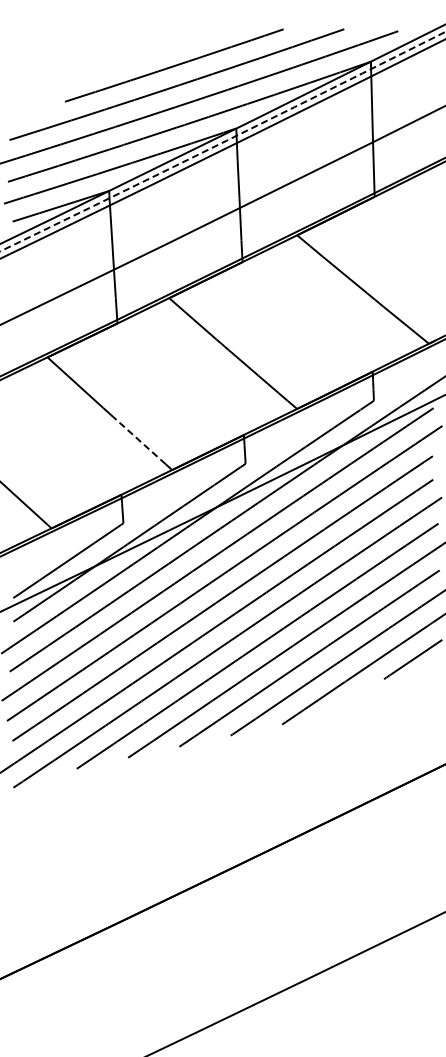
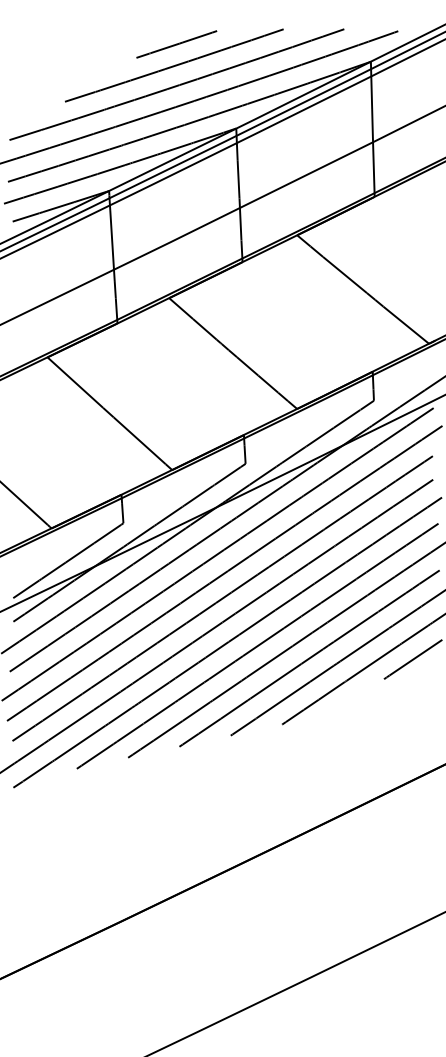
line at (176, 44): none -> present
line at (223, 142): dashed -> solid
line at (139, 440): dashed -> solid
